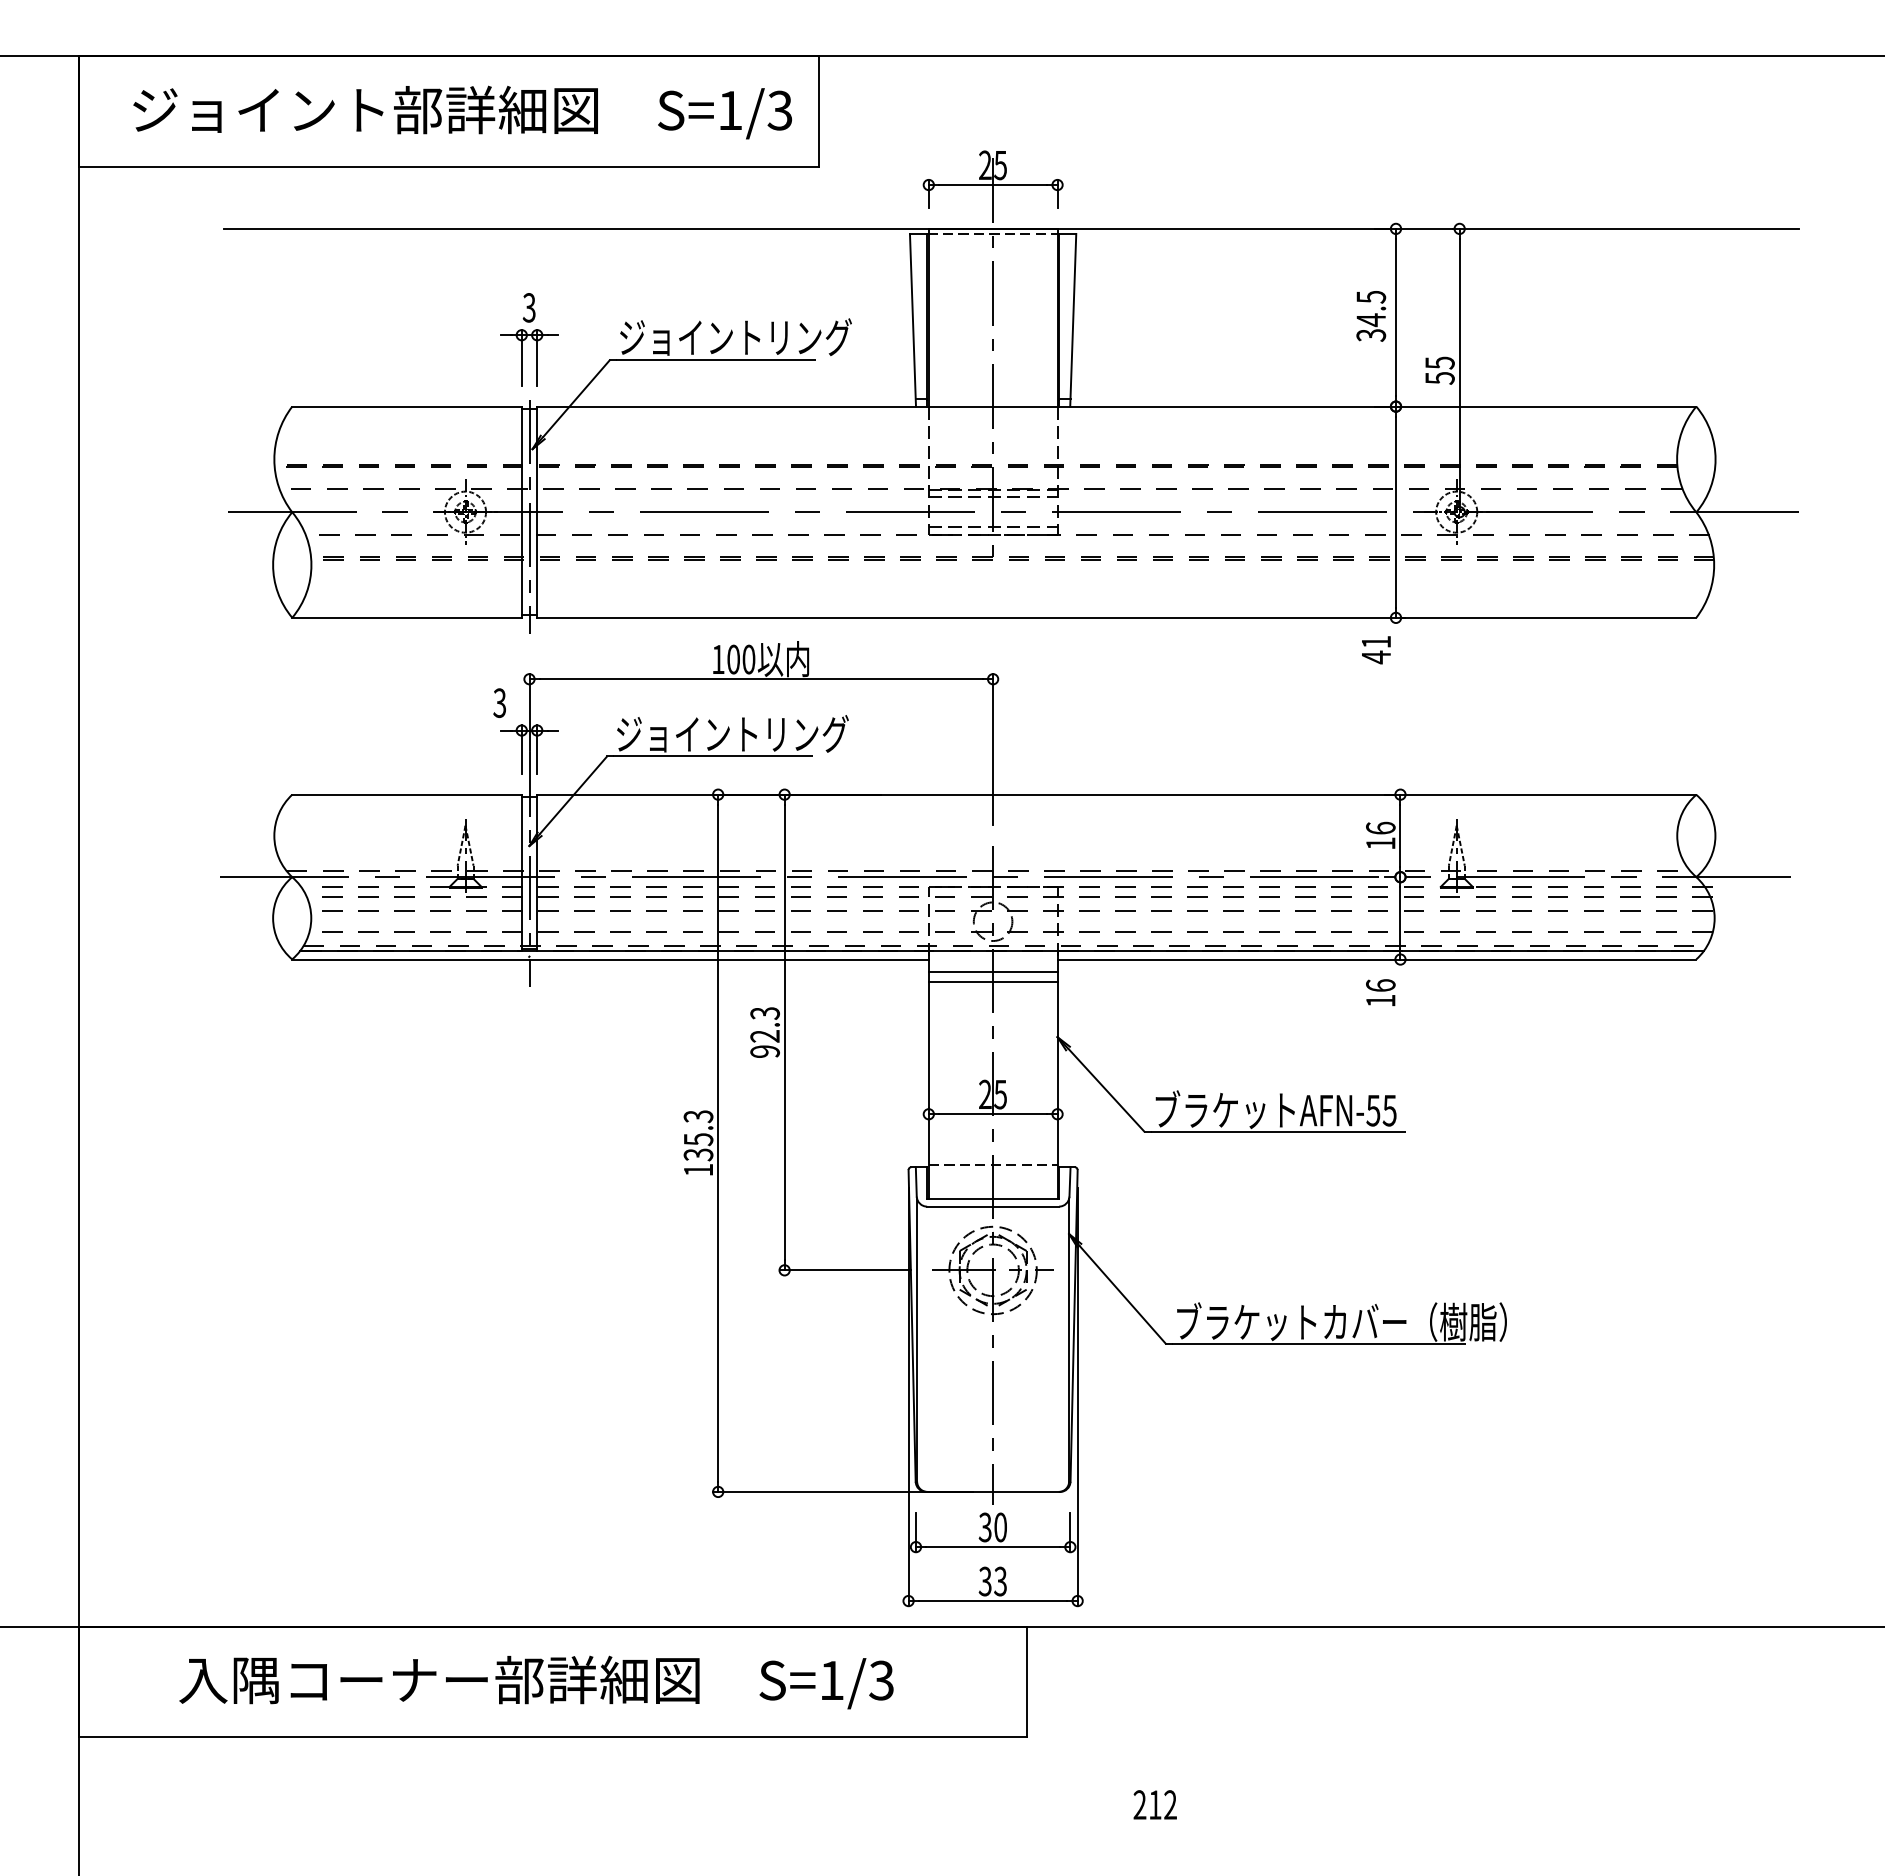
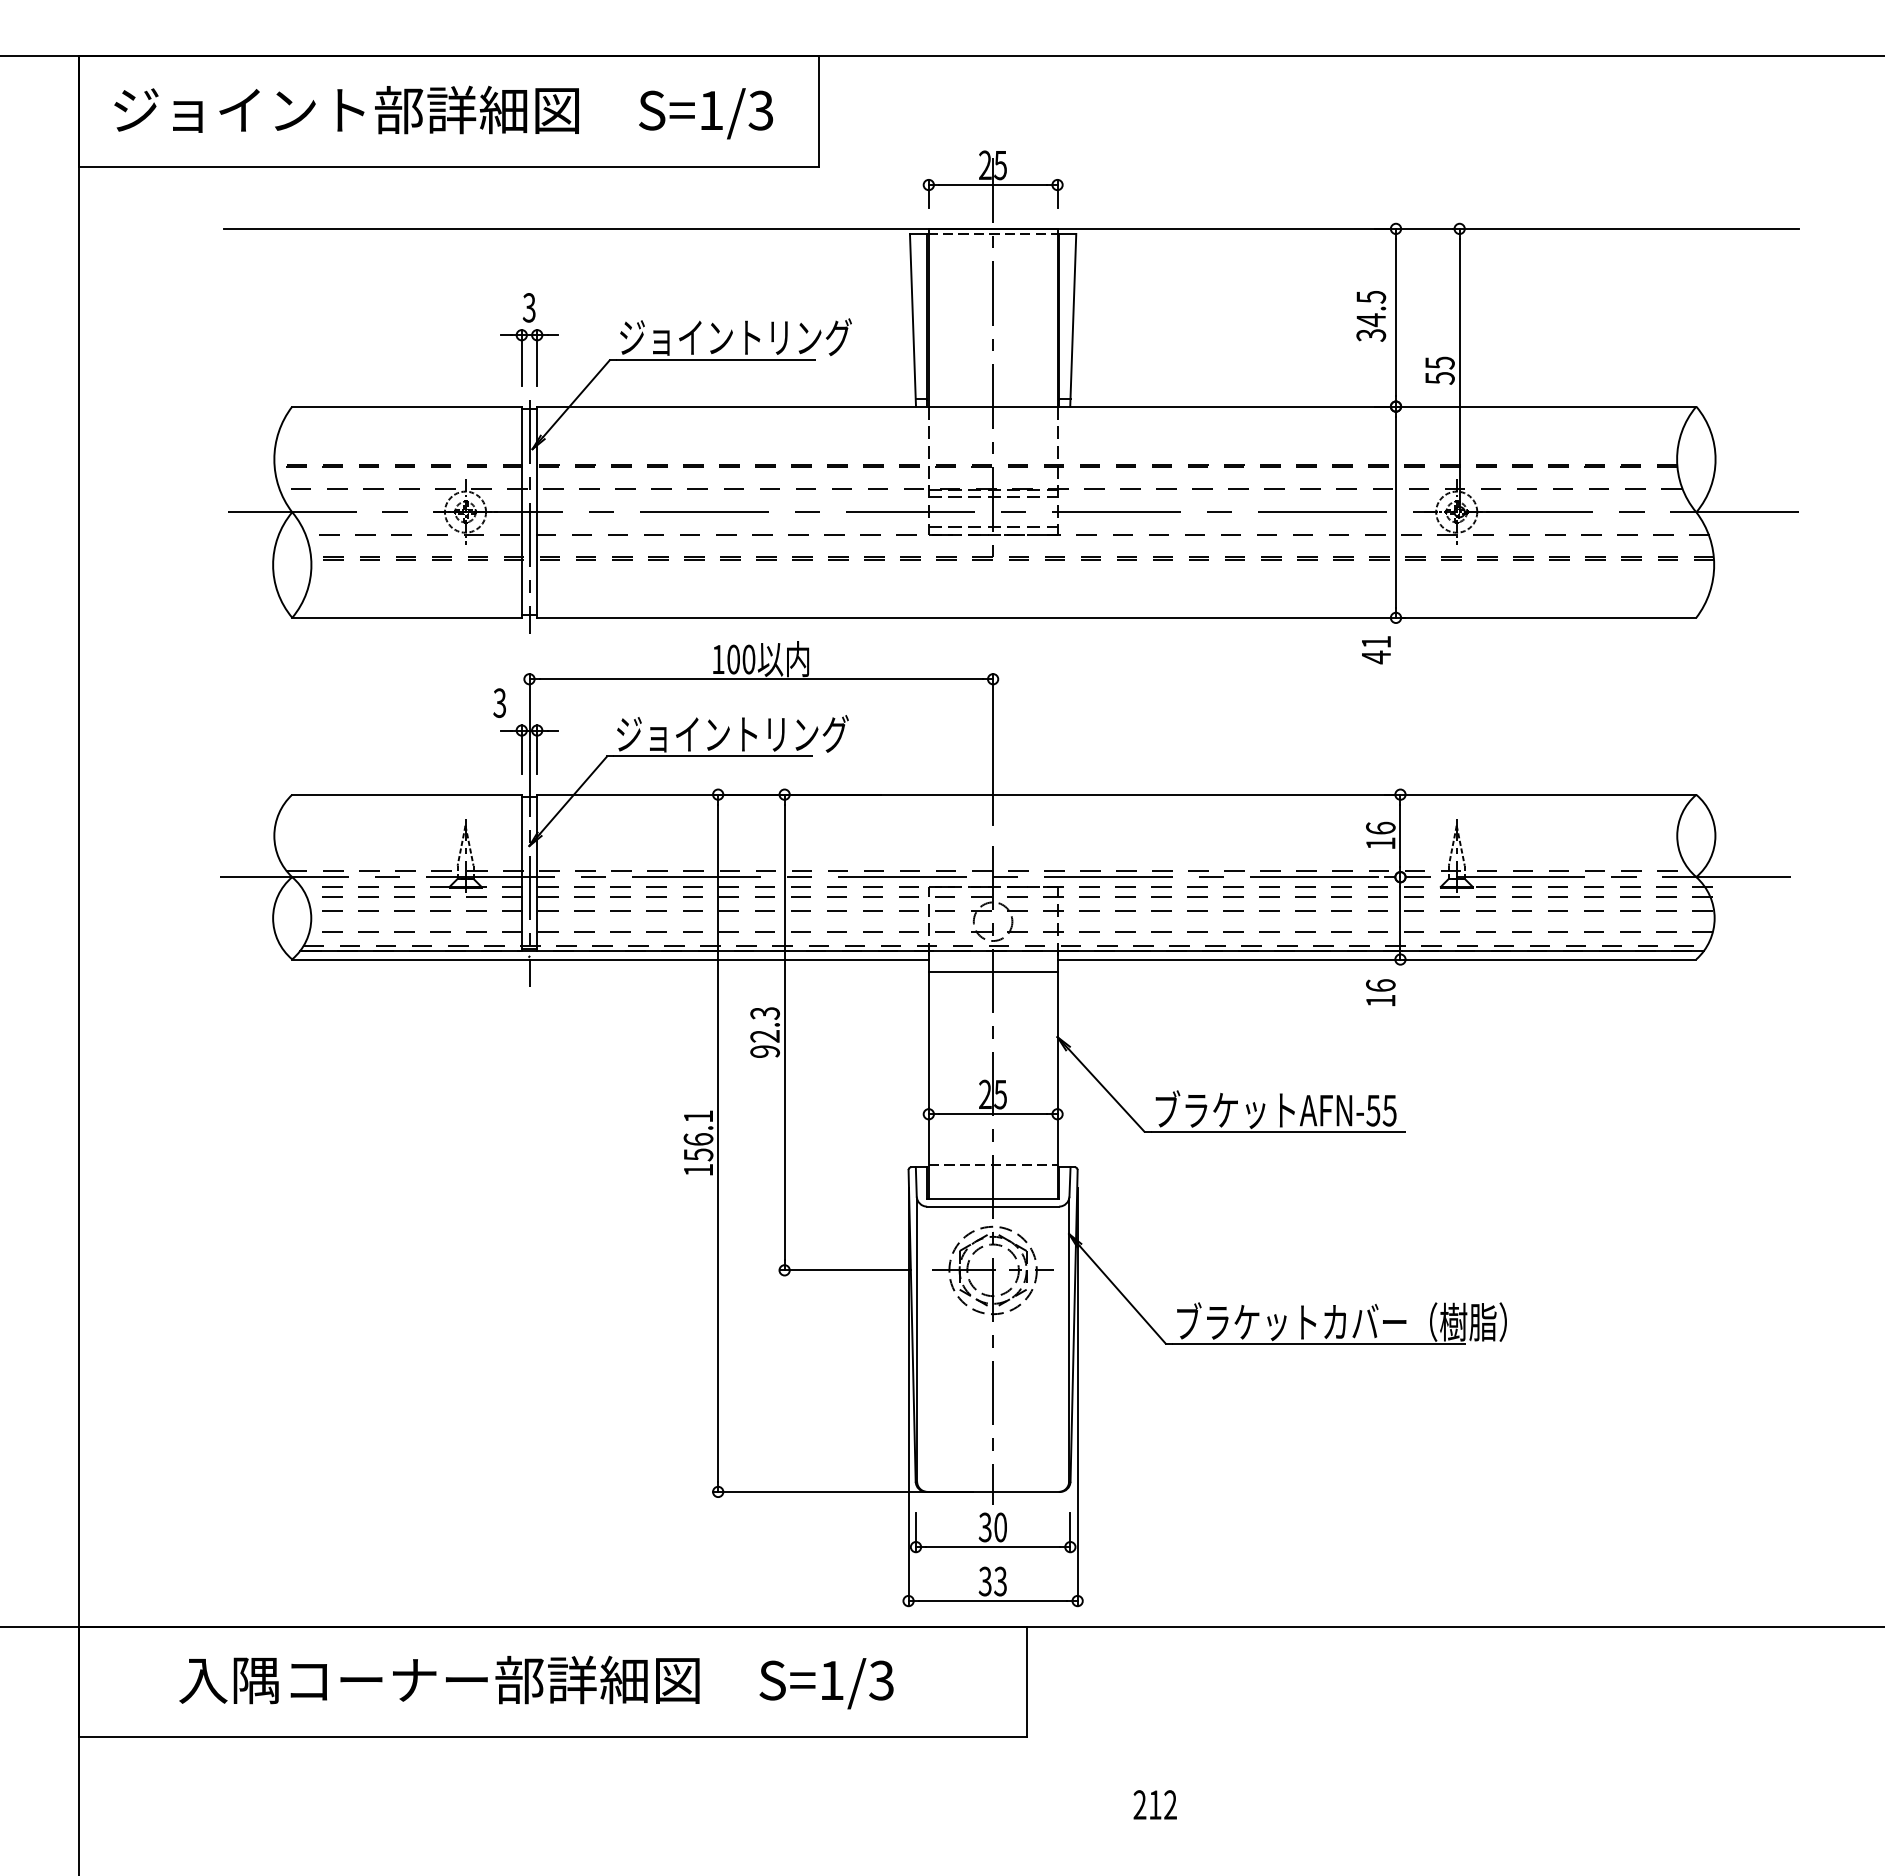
text at (462, 112) position: (462, 112) -> (443, 112)
line at (992, 981): present -> none
text at (698, 1135): 135.3 -> 156.1
